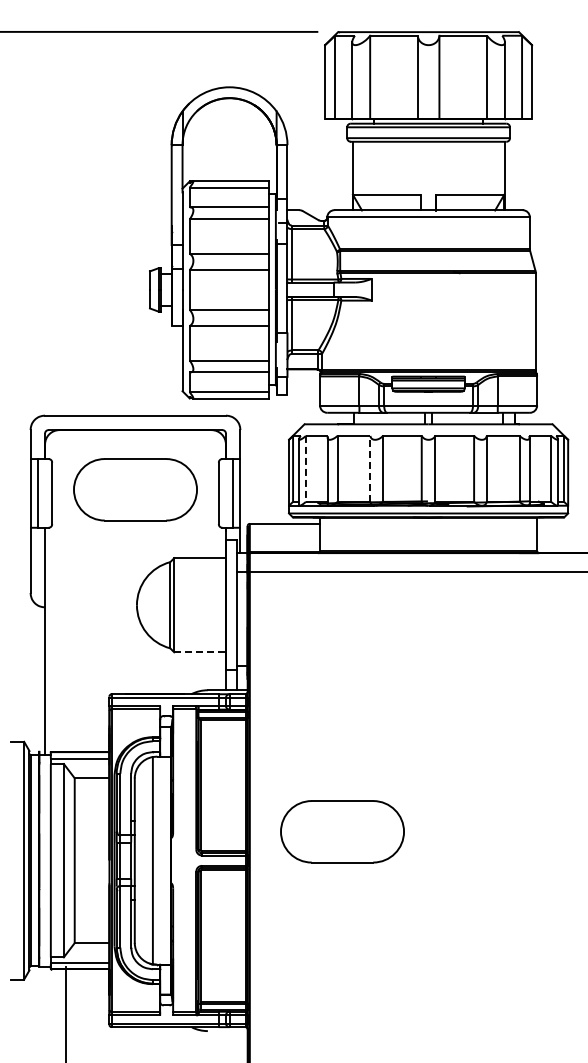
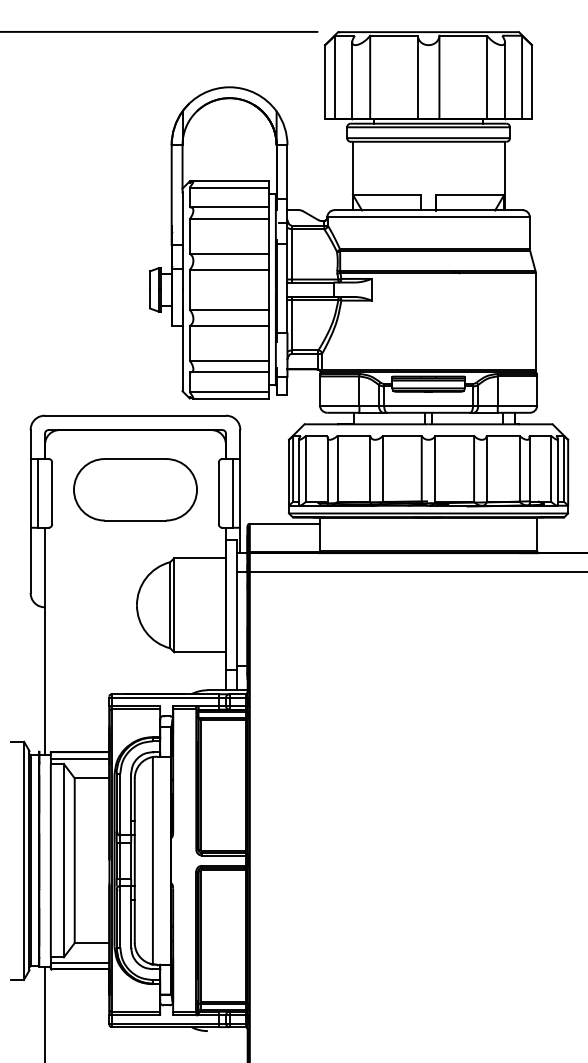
line at (305, 468): dashed -> solid
line at (370, 468): dashed -> solid
line at (200, 652): dashed -> solid
part at (342, 831): present -> none
line at (66, 1012) position: (66, 1012) -> (45, 1012)
